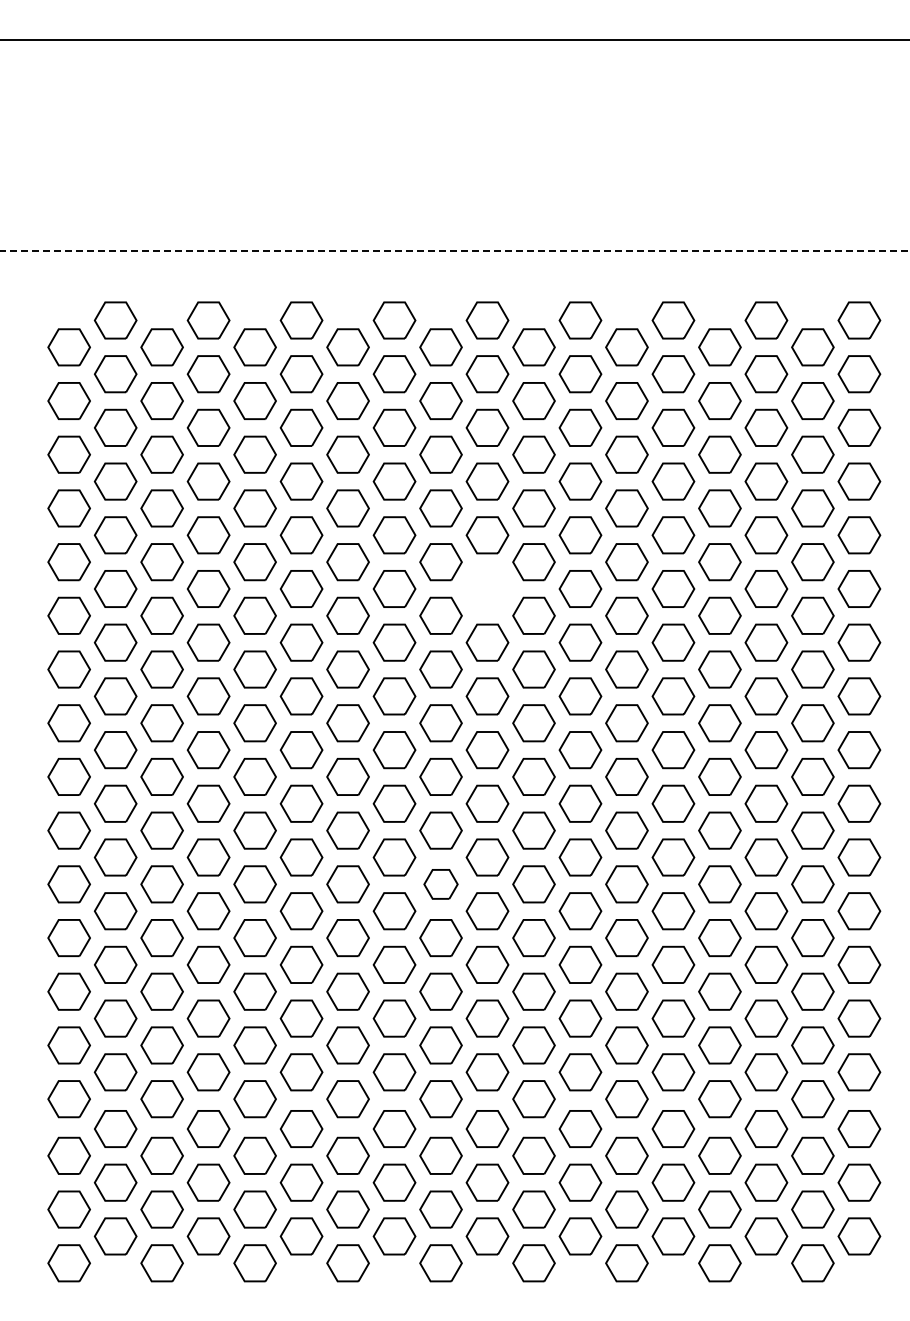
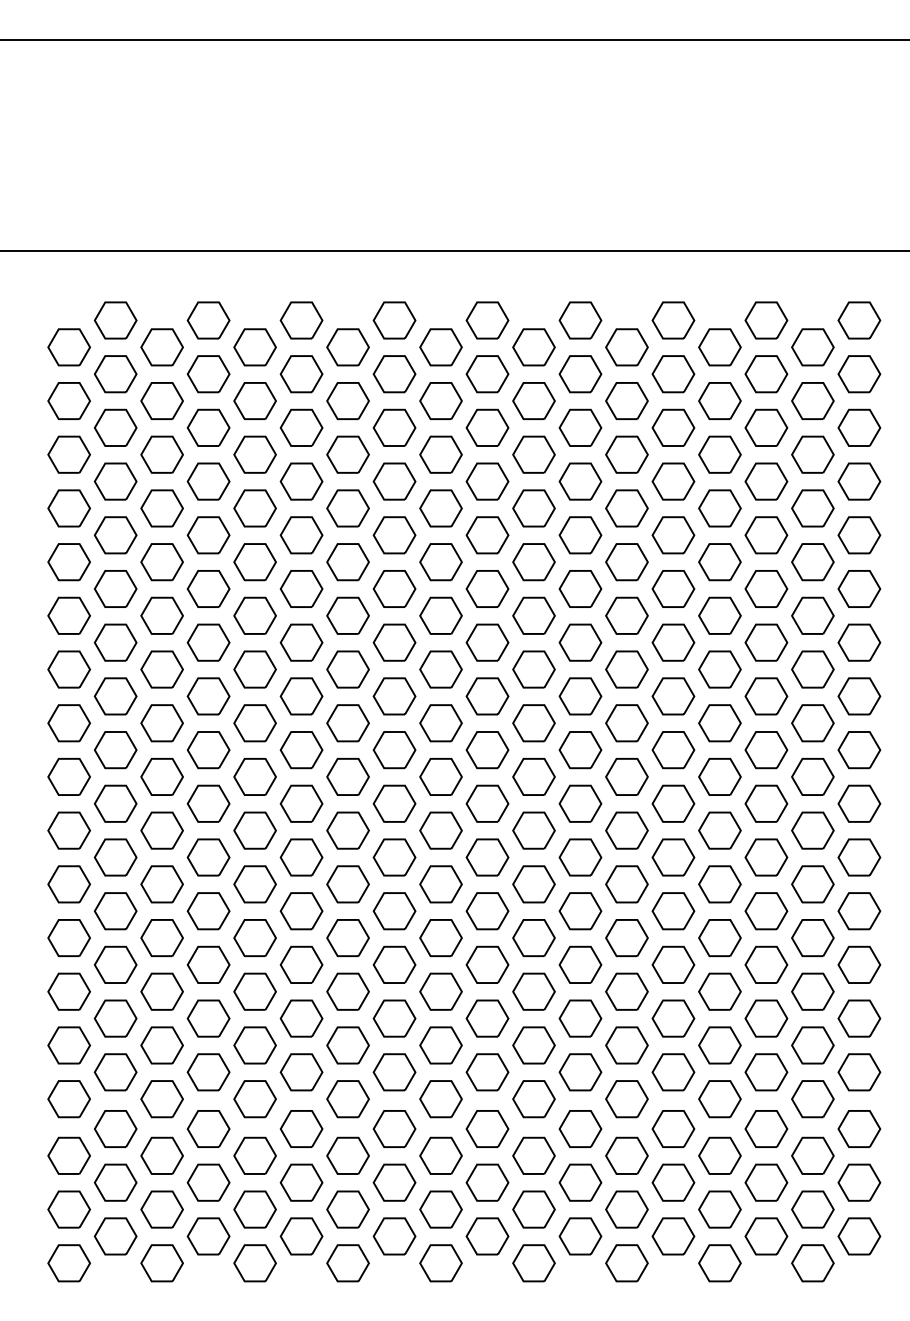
line at (455, 250): dashed -> solid
part at (487, 588): none -> present
part at (440, 884) size: 36x31 px -> 44x39 px
